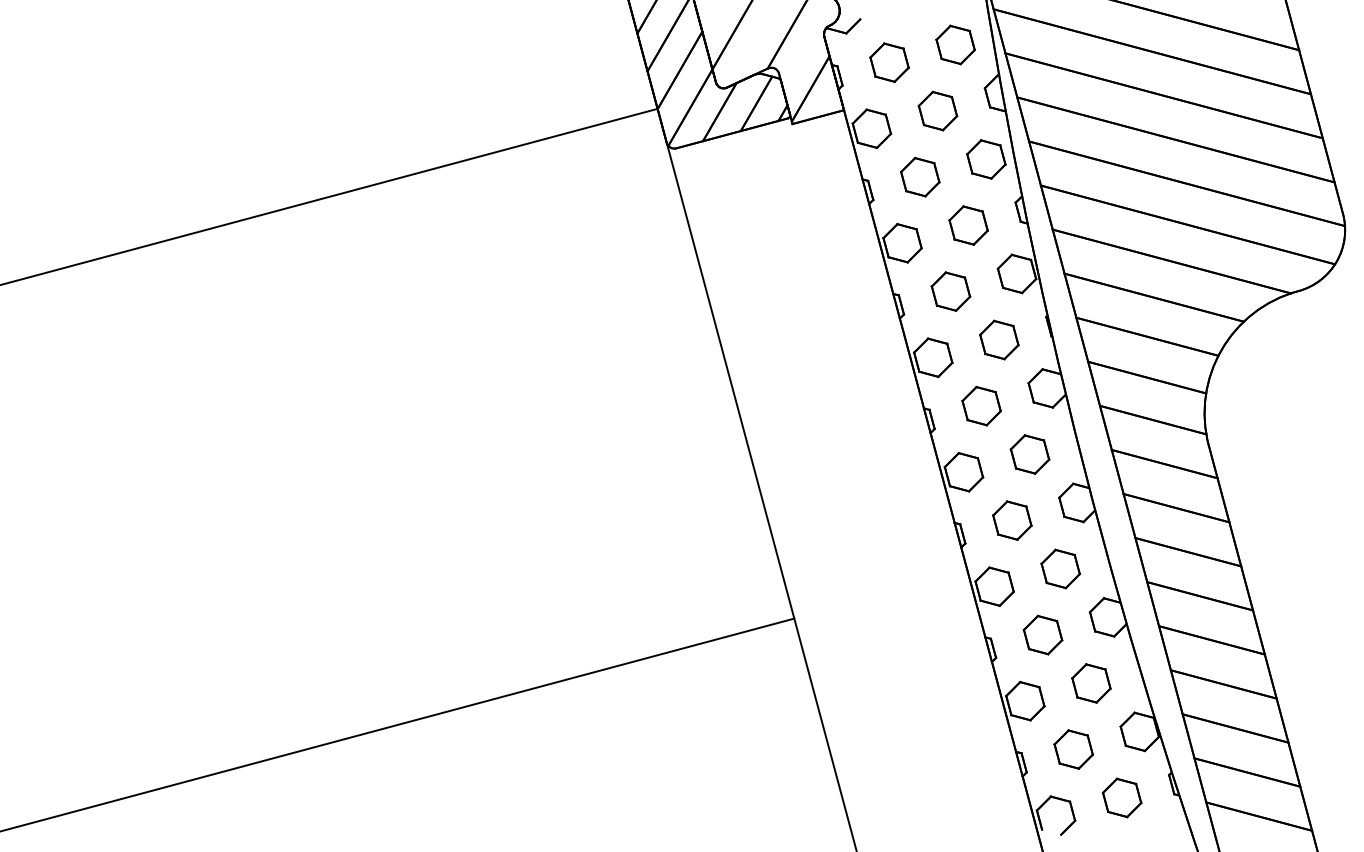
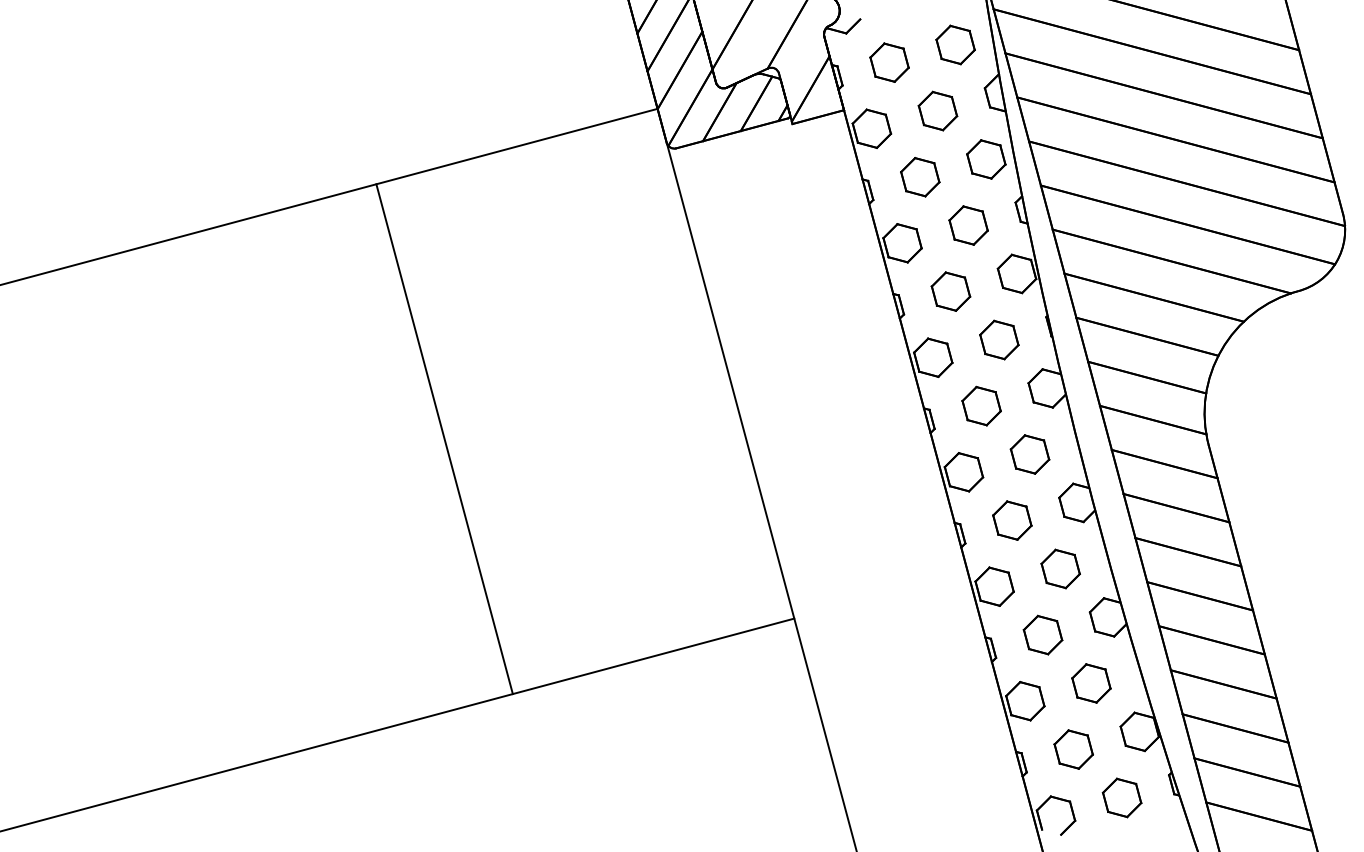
line at (444, 439): none -> present
